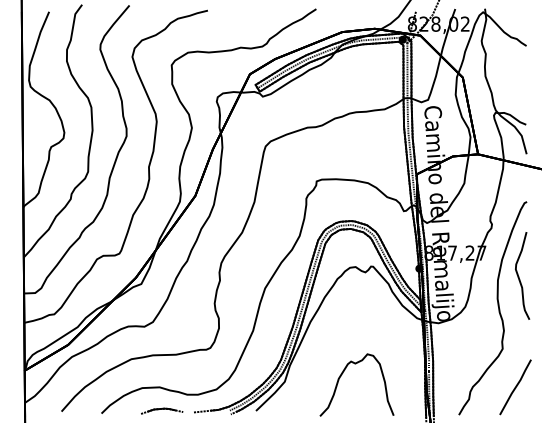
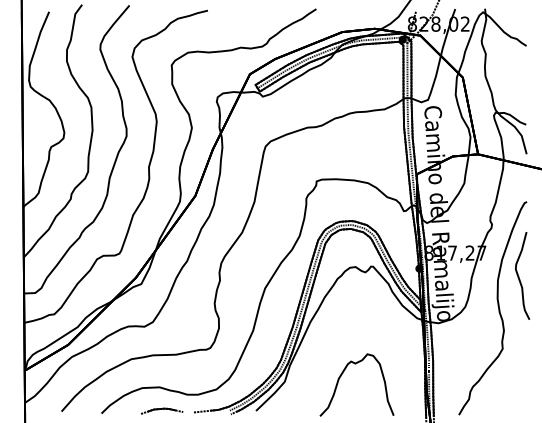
line at (515, 387): present -> none
